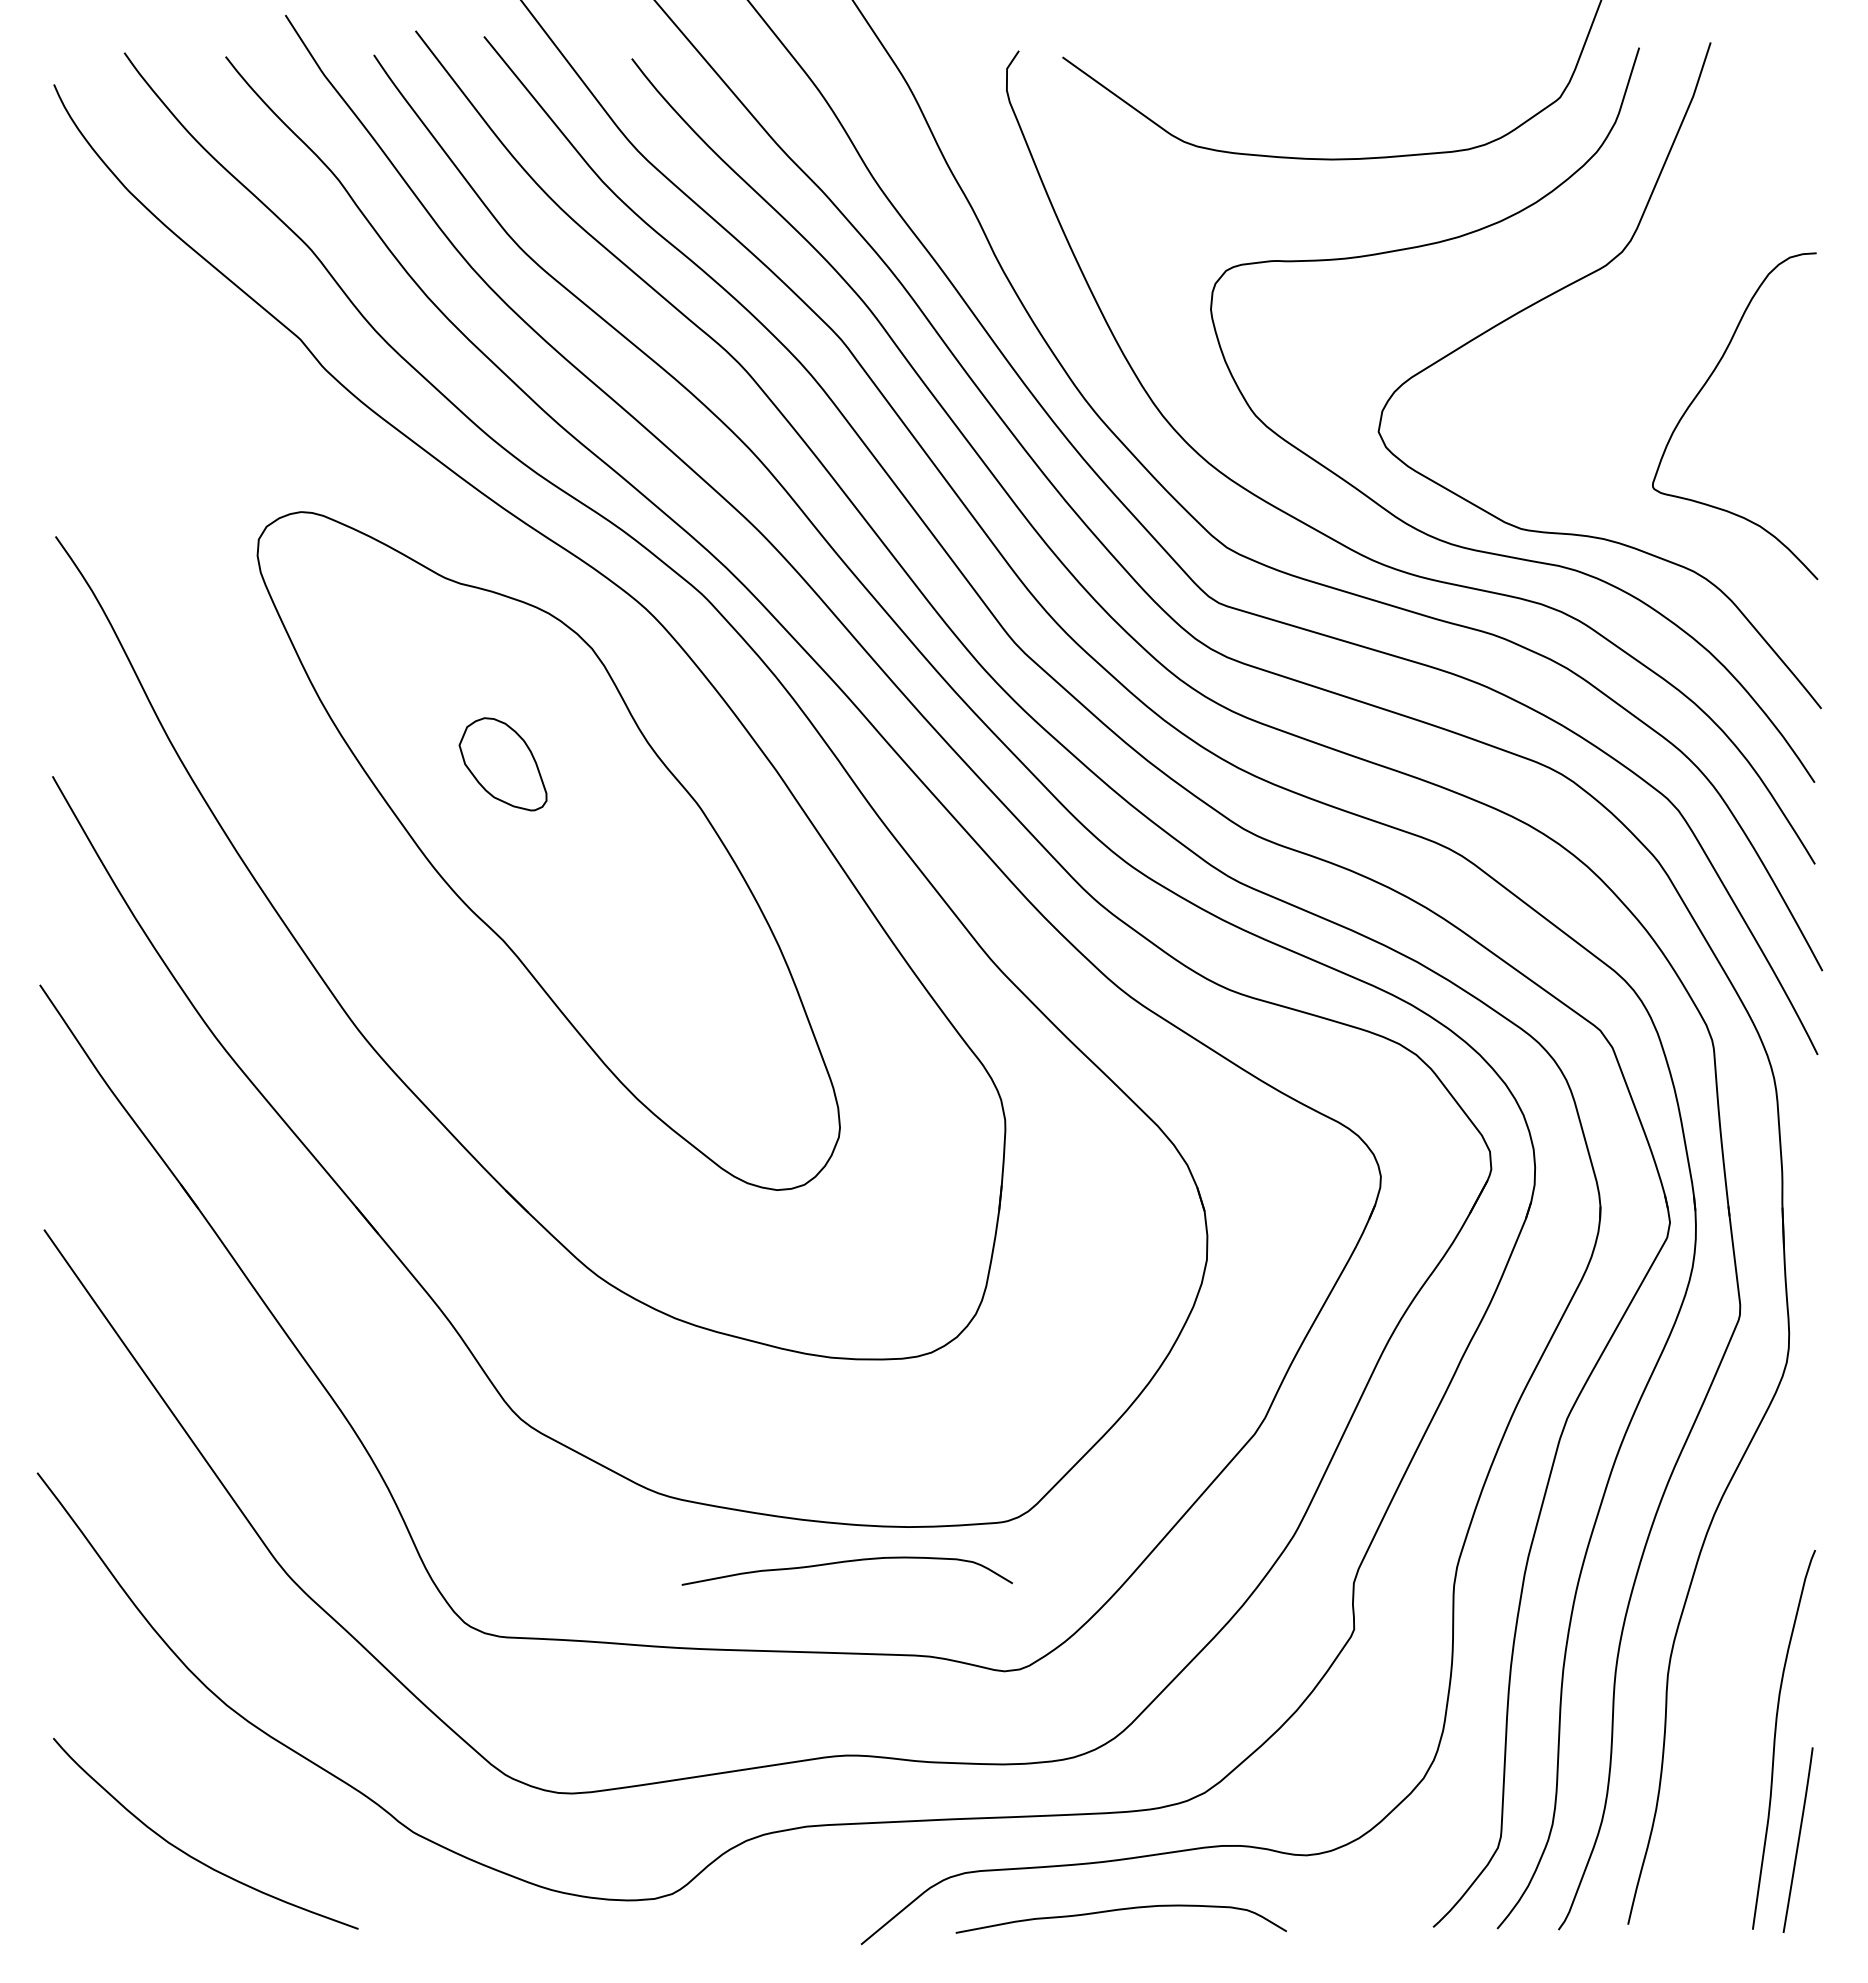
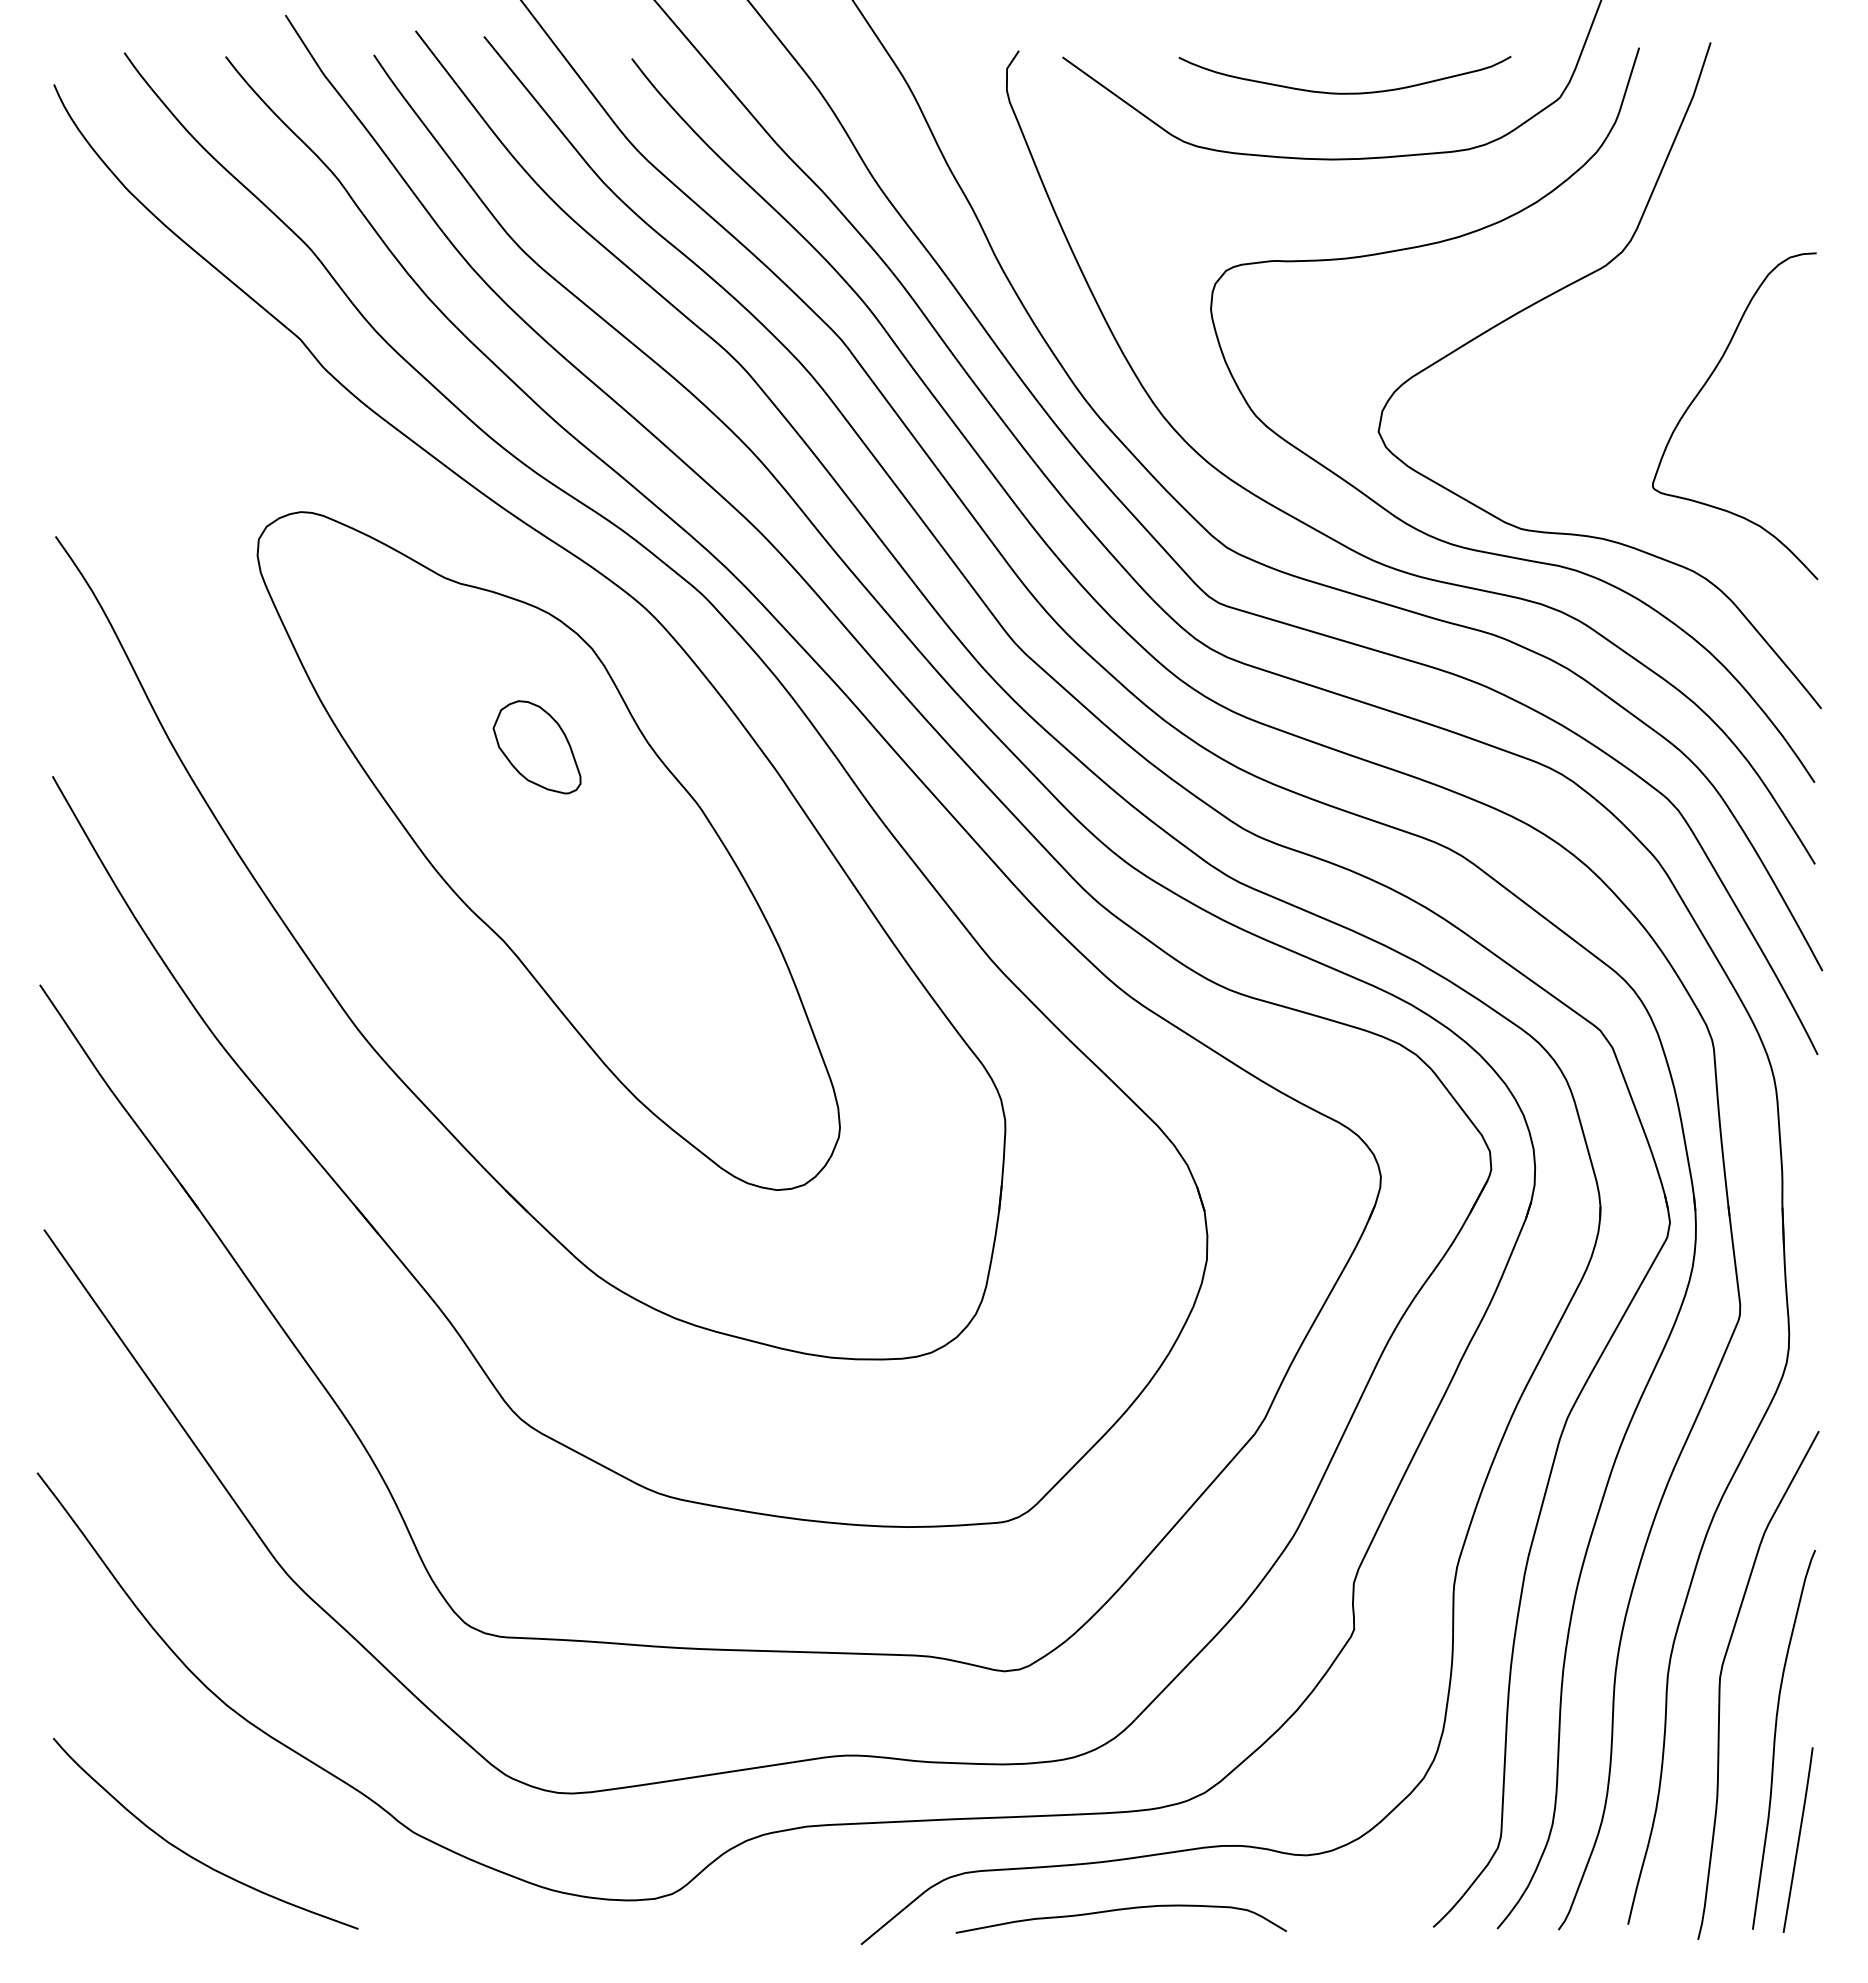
curve at (1344, 92): none -> present
part at (502, 764) position: (502, 764) -> (536, 747)
curve at (846, 1562): present -> none
curve at (1720, 1685): none -> present
